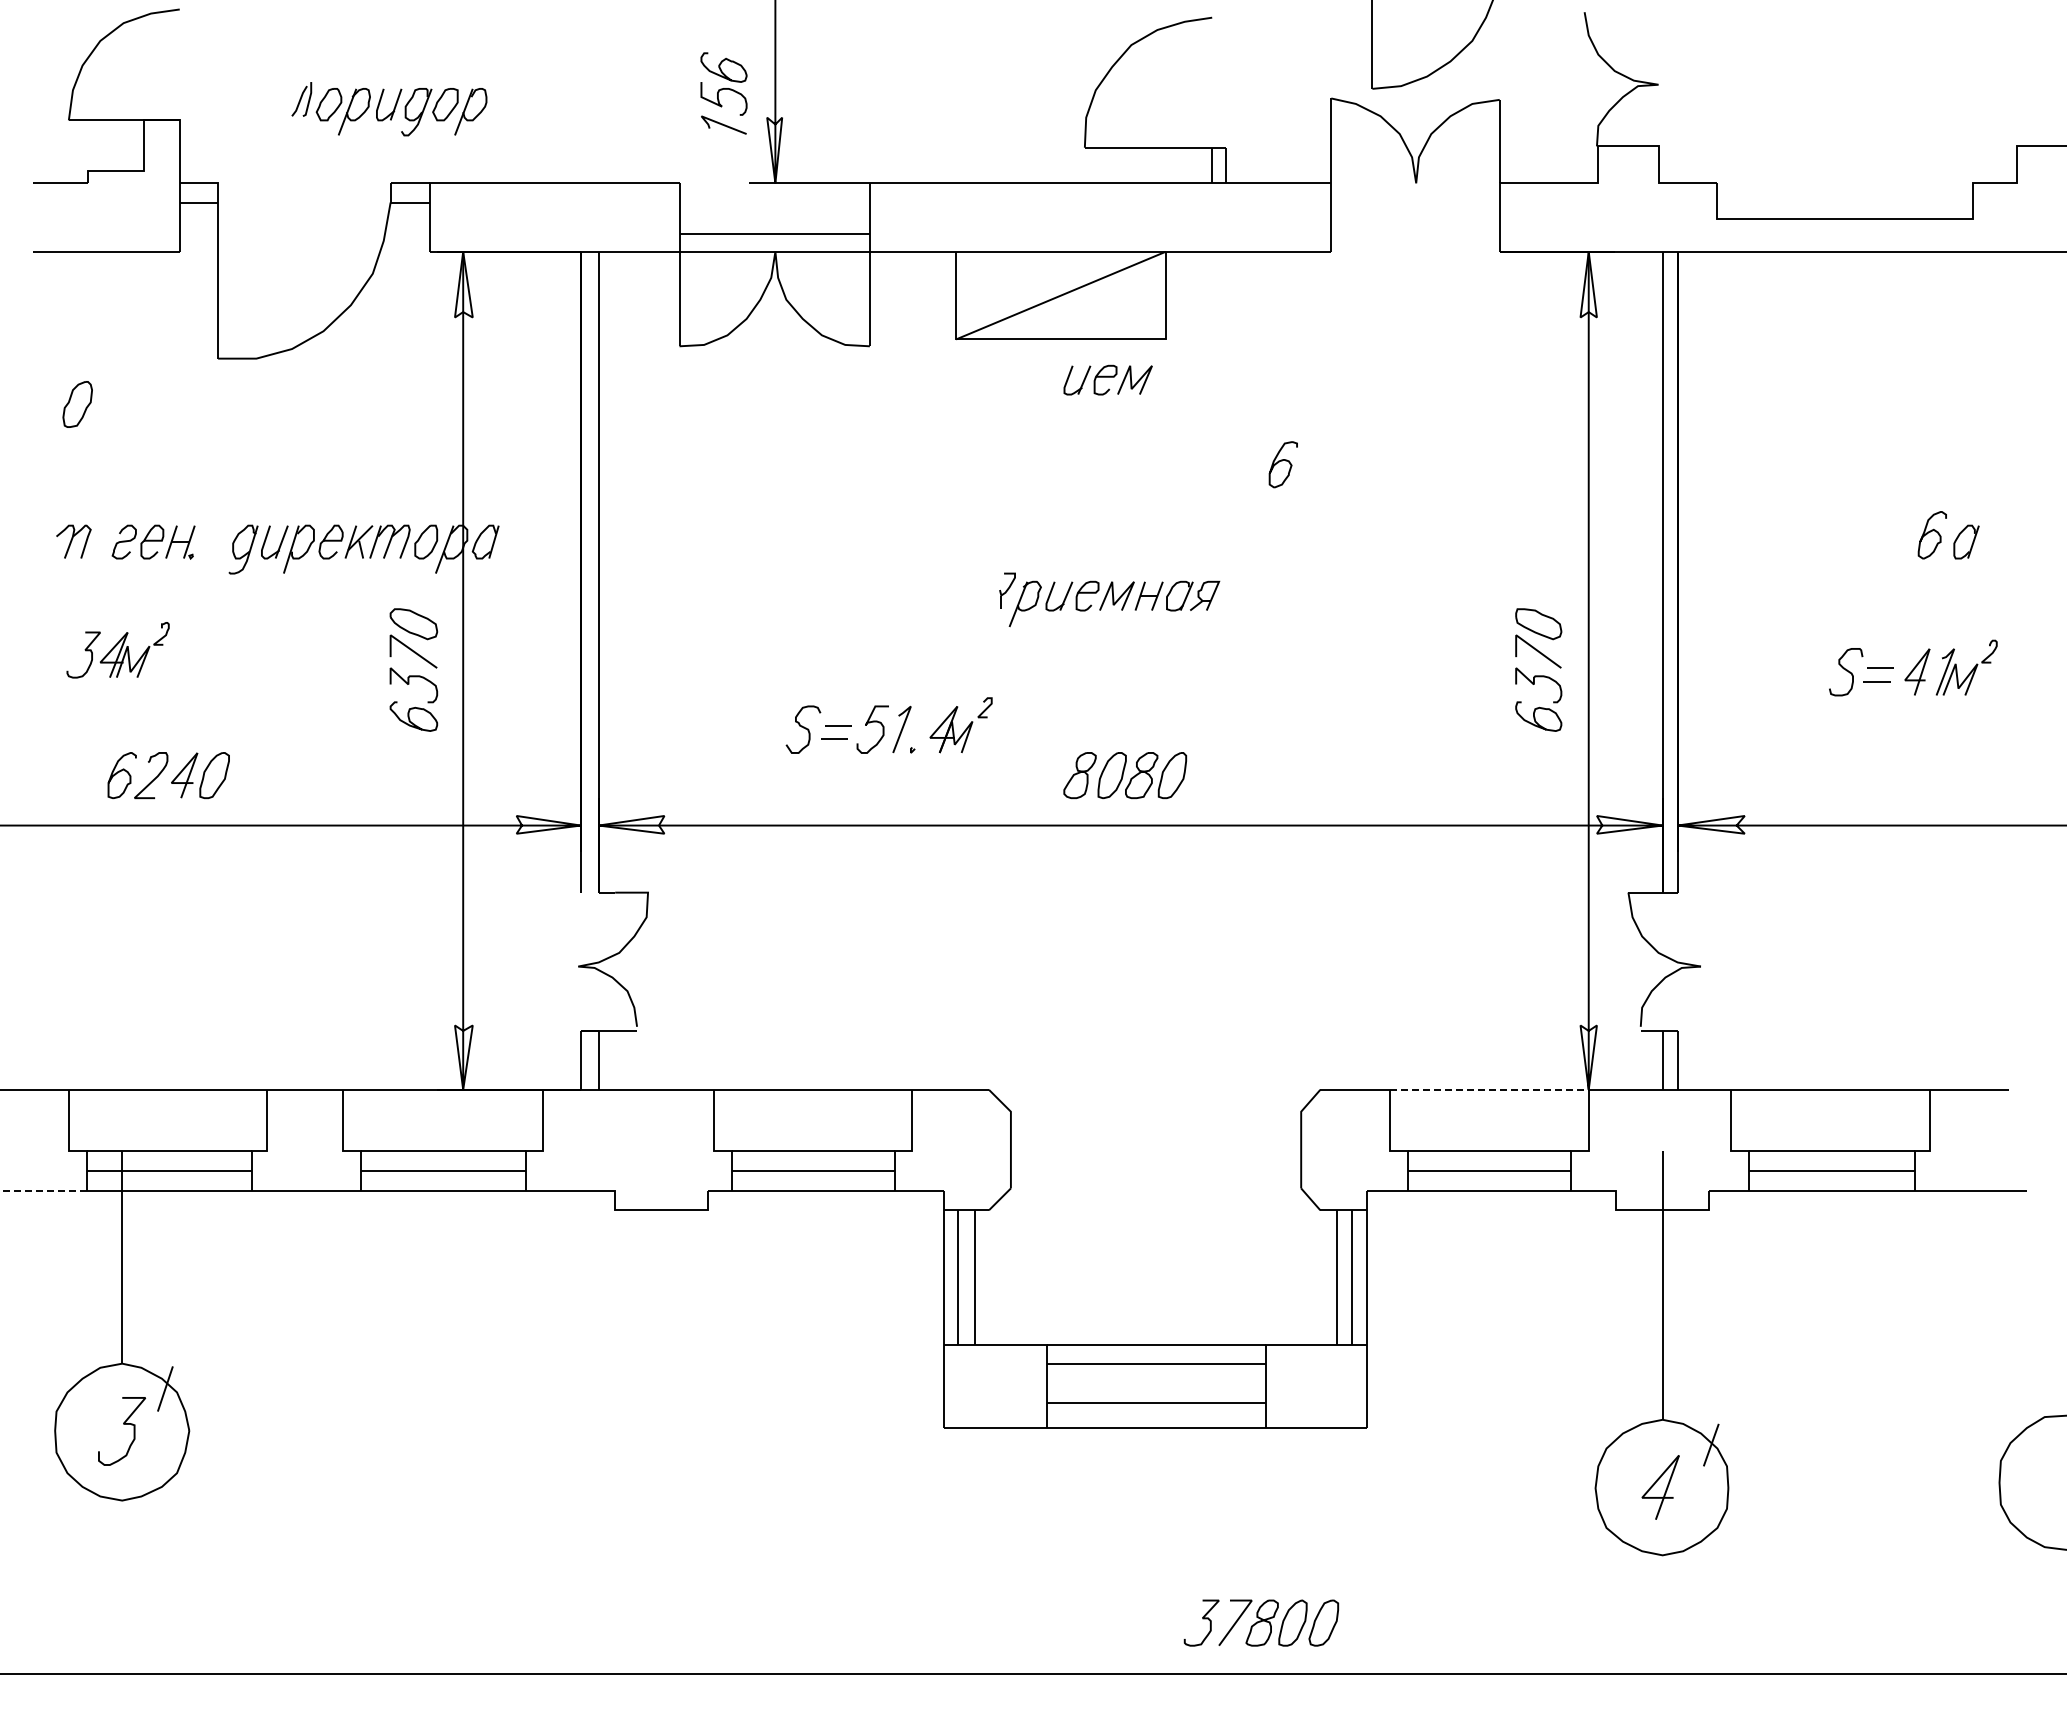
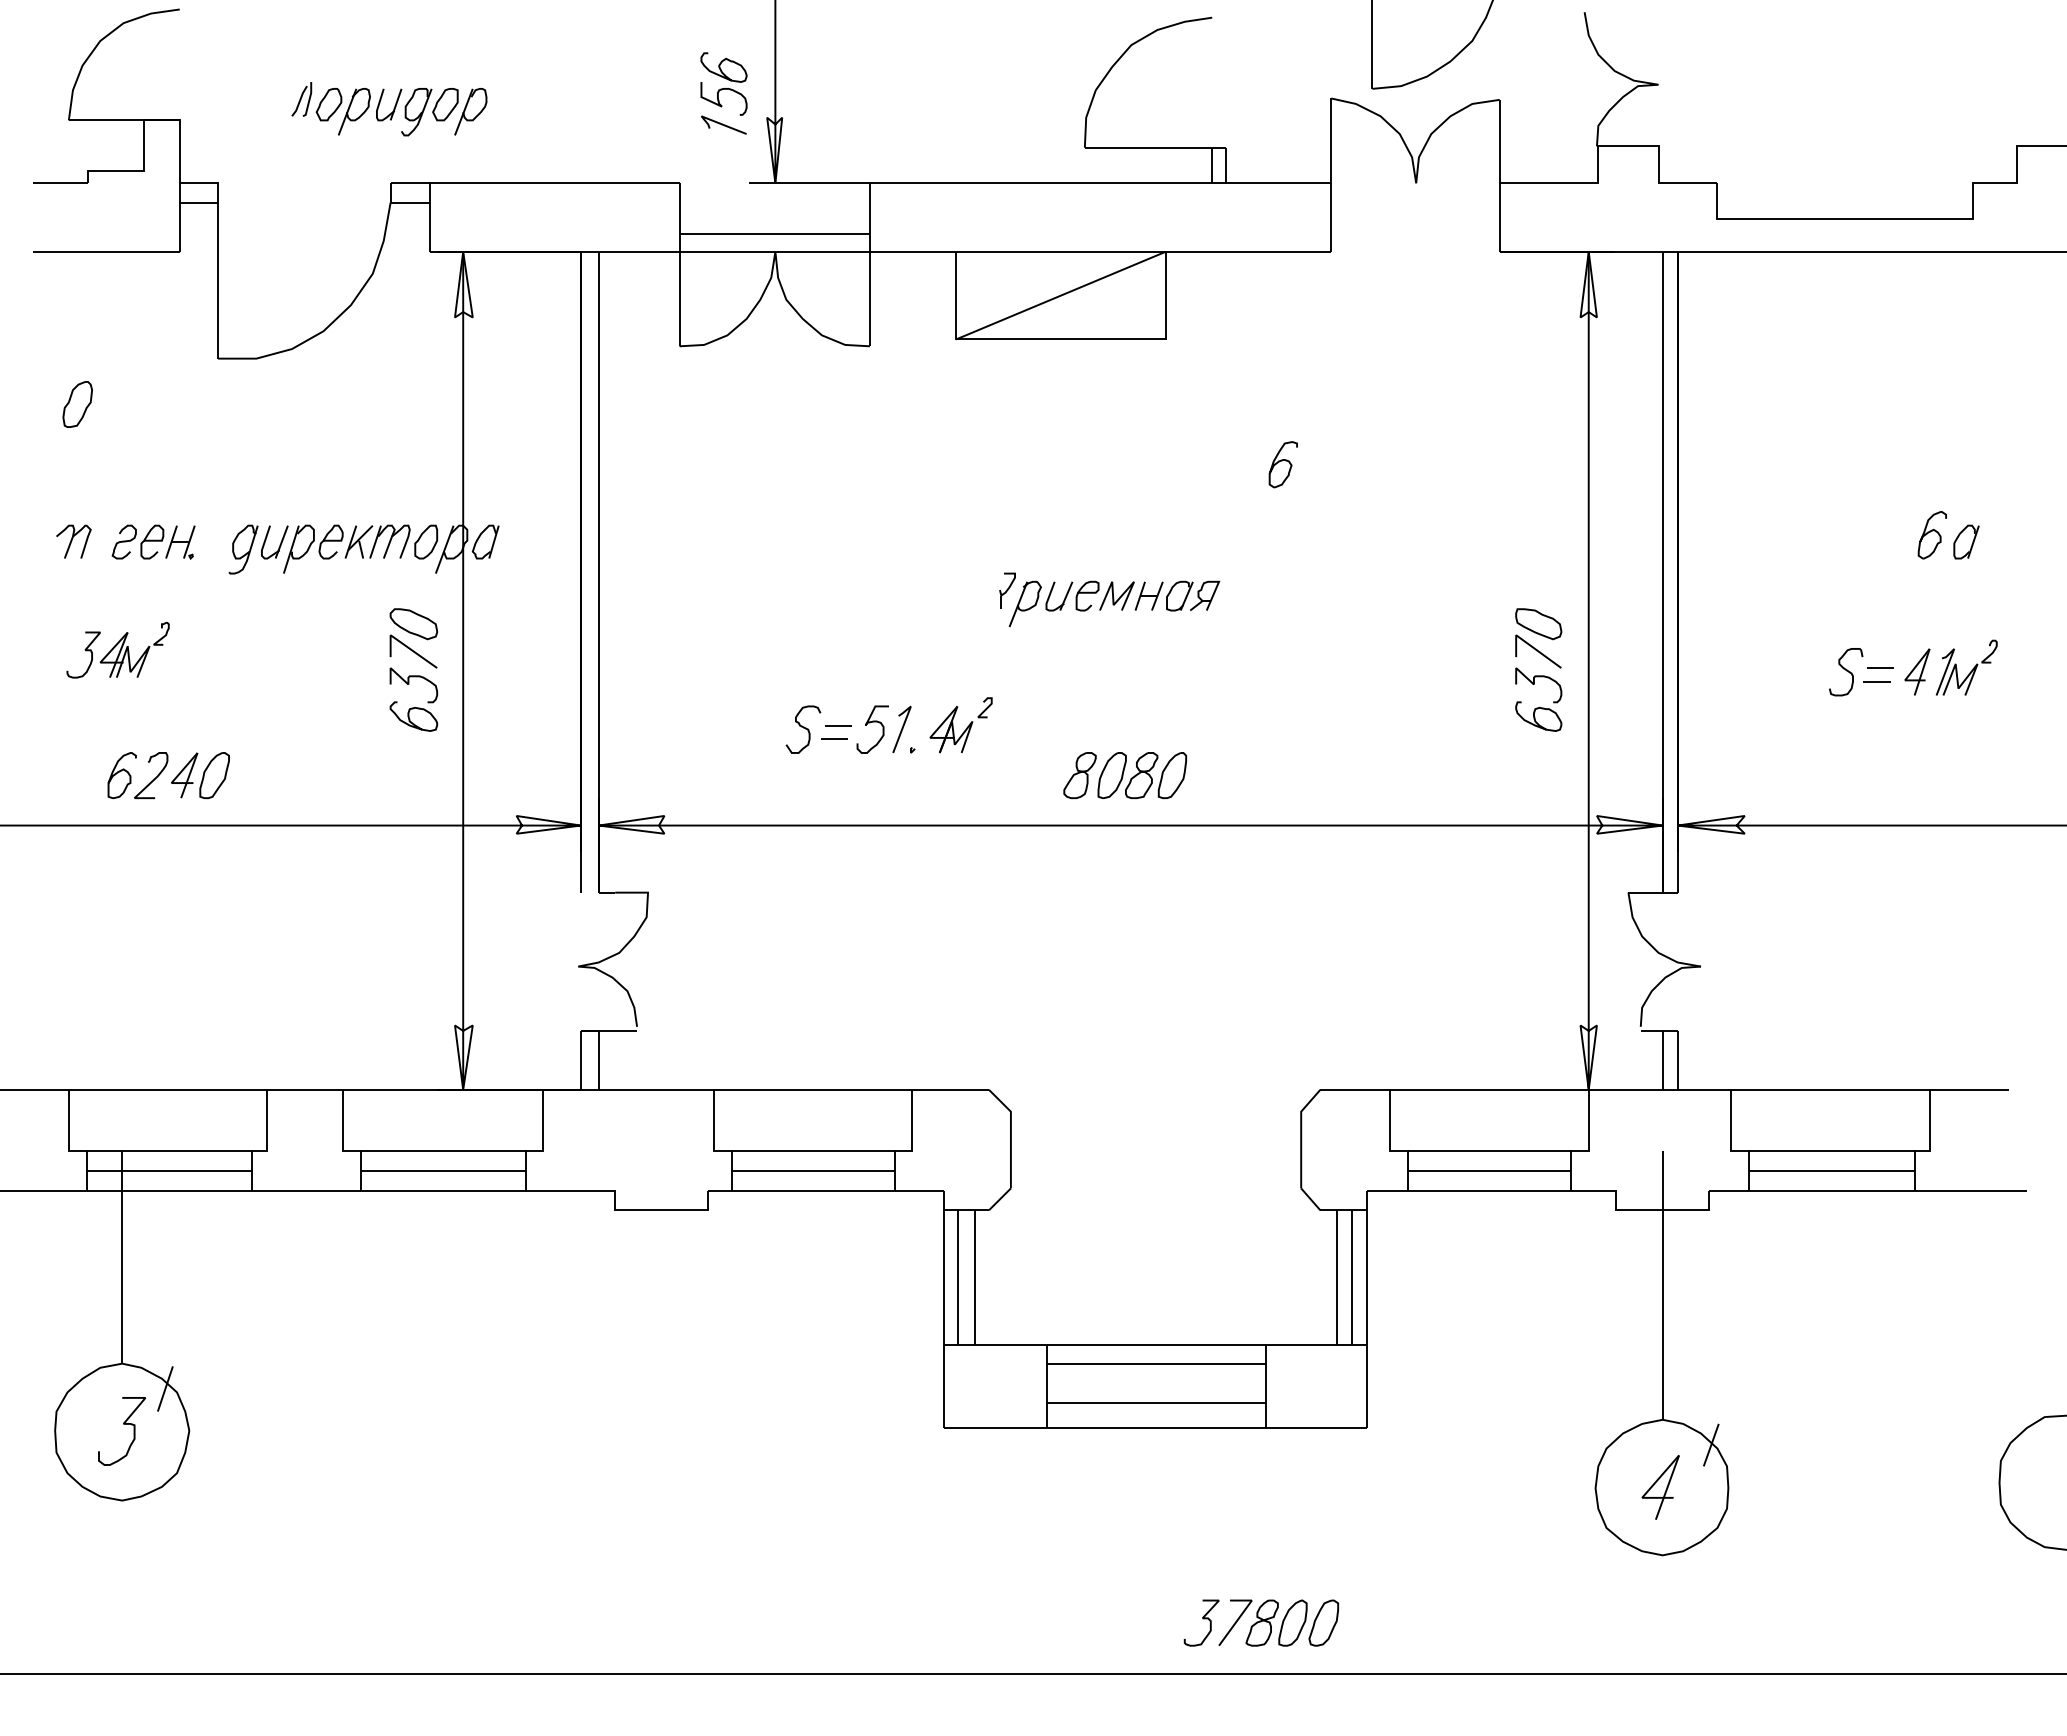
part at (1107, 379): present -> none
line at (1489, 1089): dashed -> solid
line at (42, 1191): dashed -> solid
